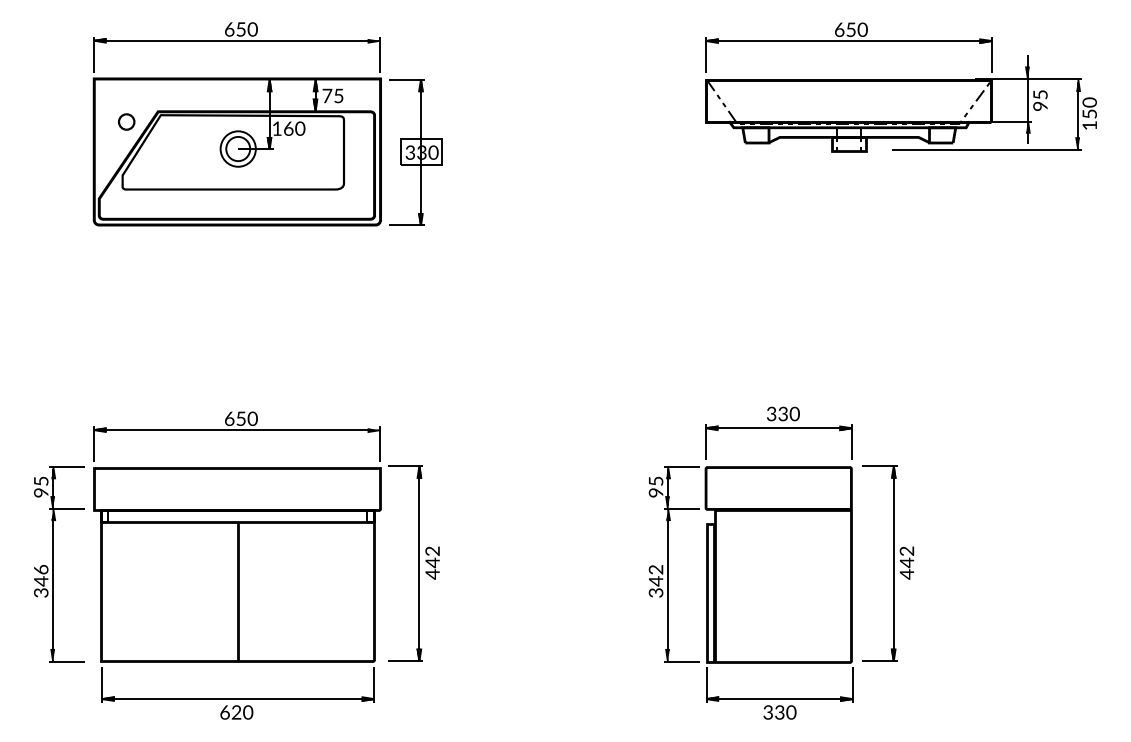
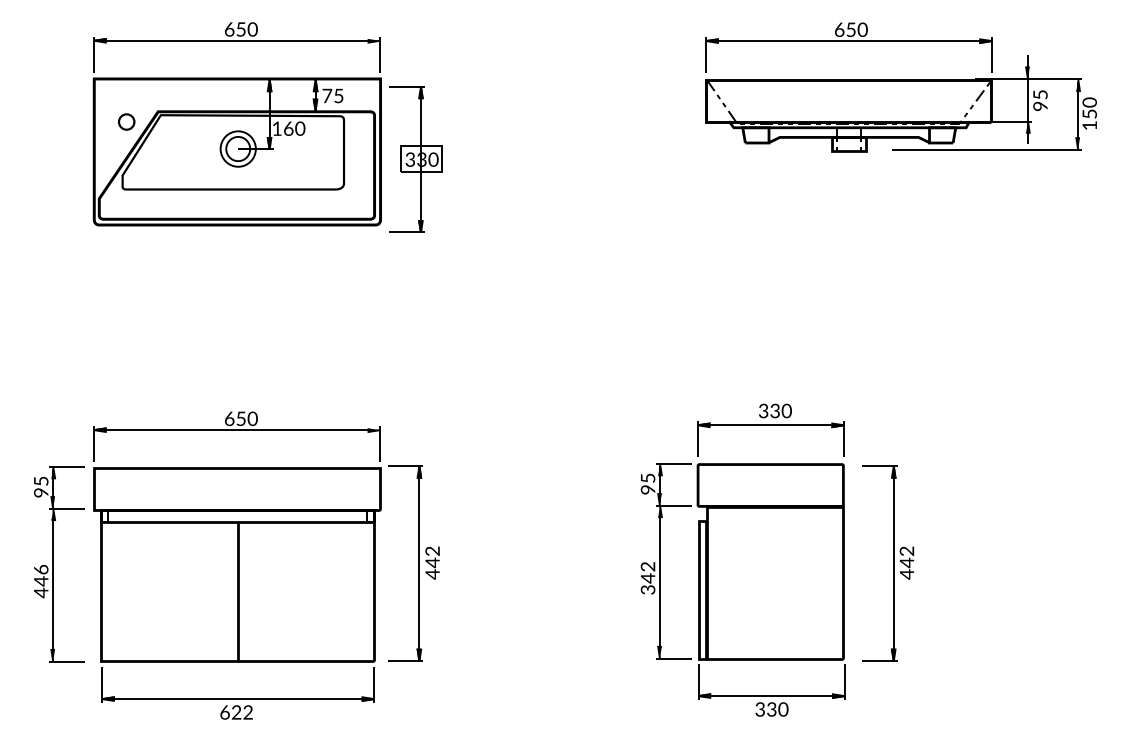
part at (415, 152) position: (415, 152) -> (415, 159)
part at (750, 562) position: (750, 562) -> (742, 559)
text at (41, 592): 346 -> 446
text at (248, 712): 620 -> 622
